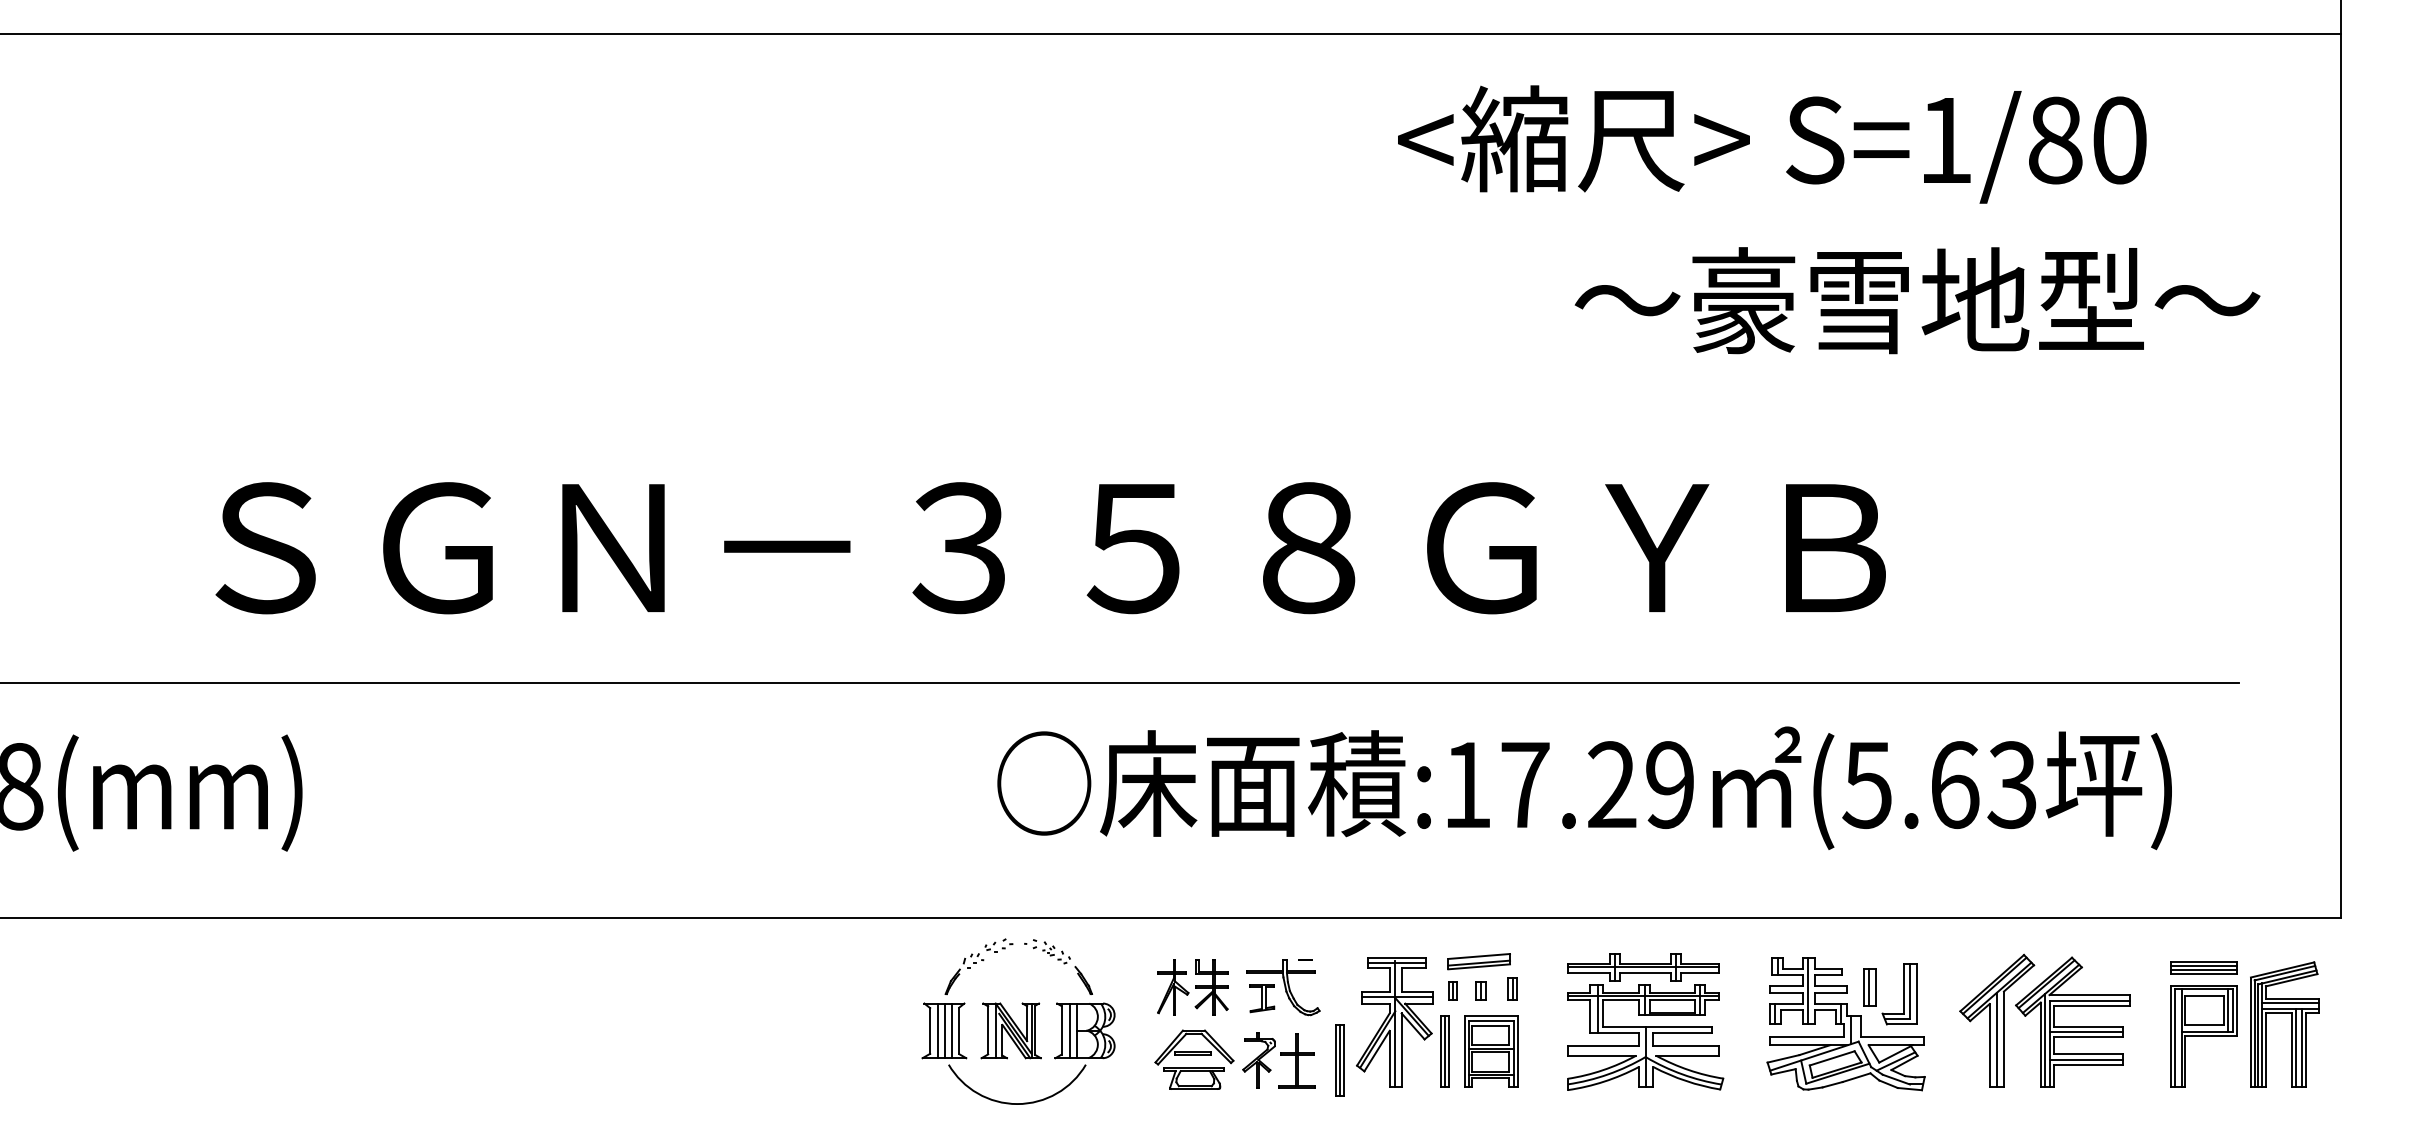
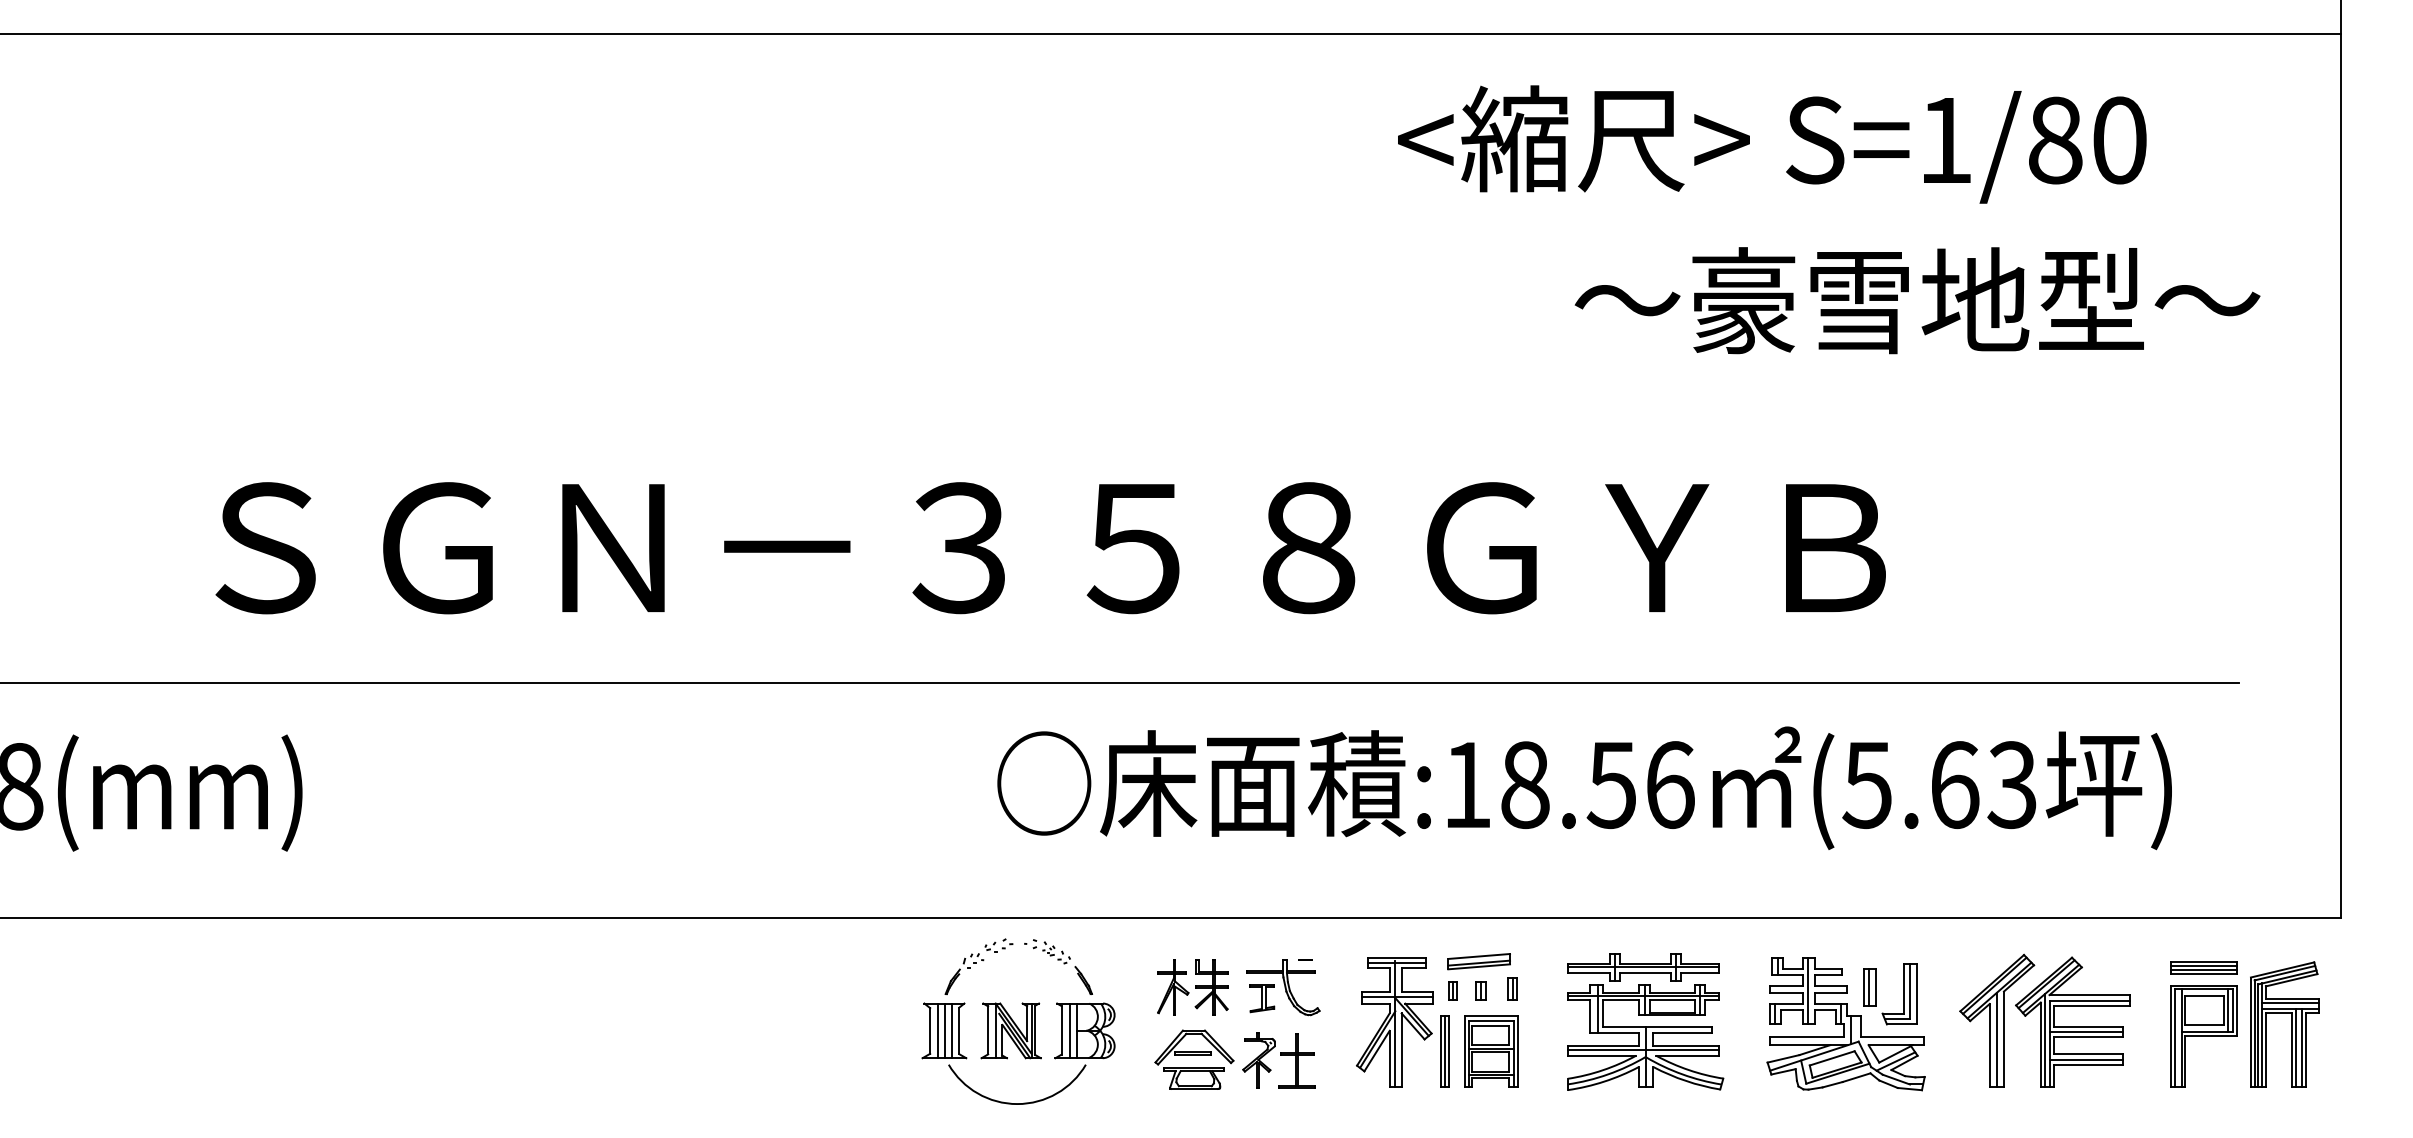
text at (1597, 785): :17.29 -> :18.56
line at (1643, 1049): none -> present
part at (1339, 1060): present -> none
